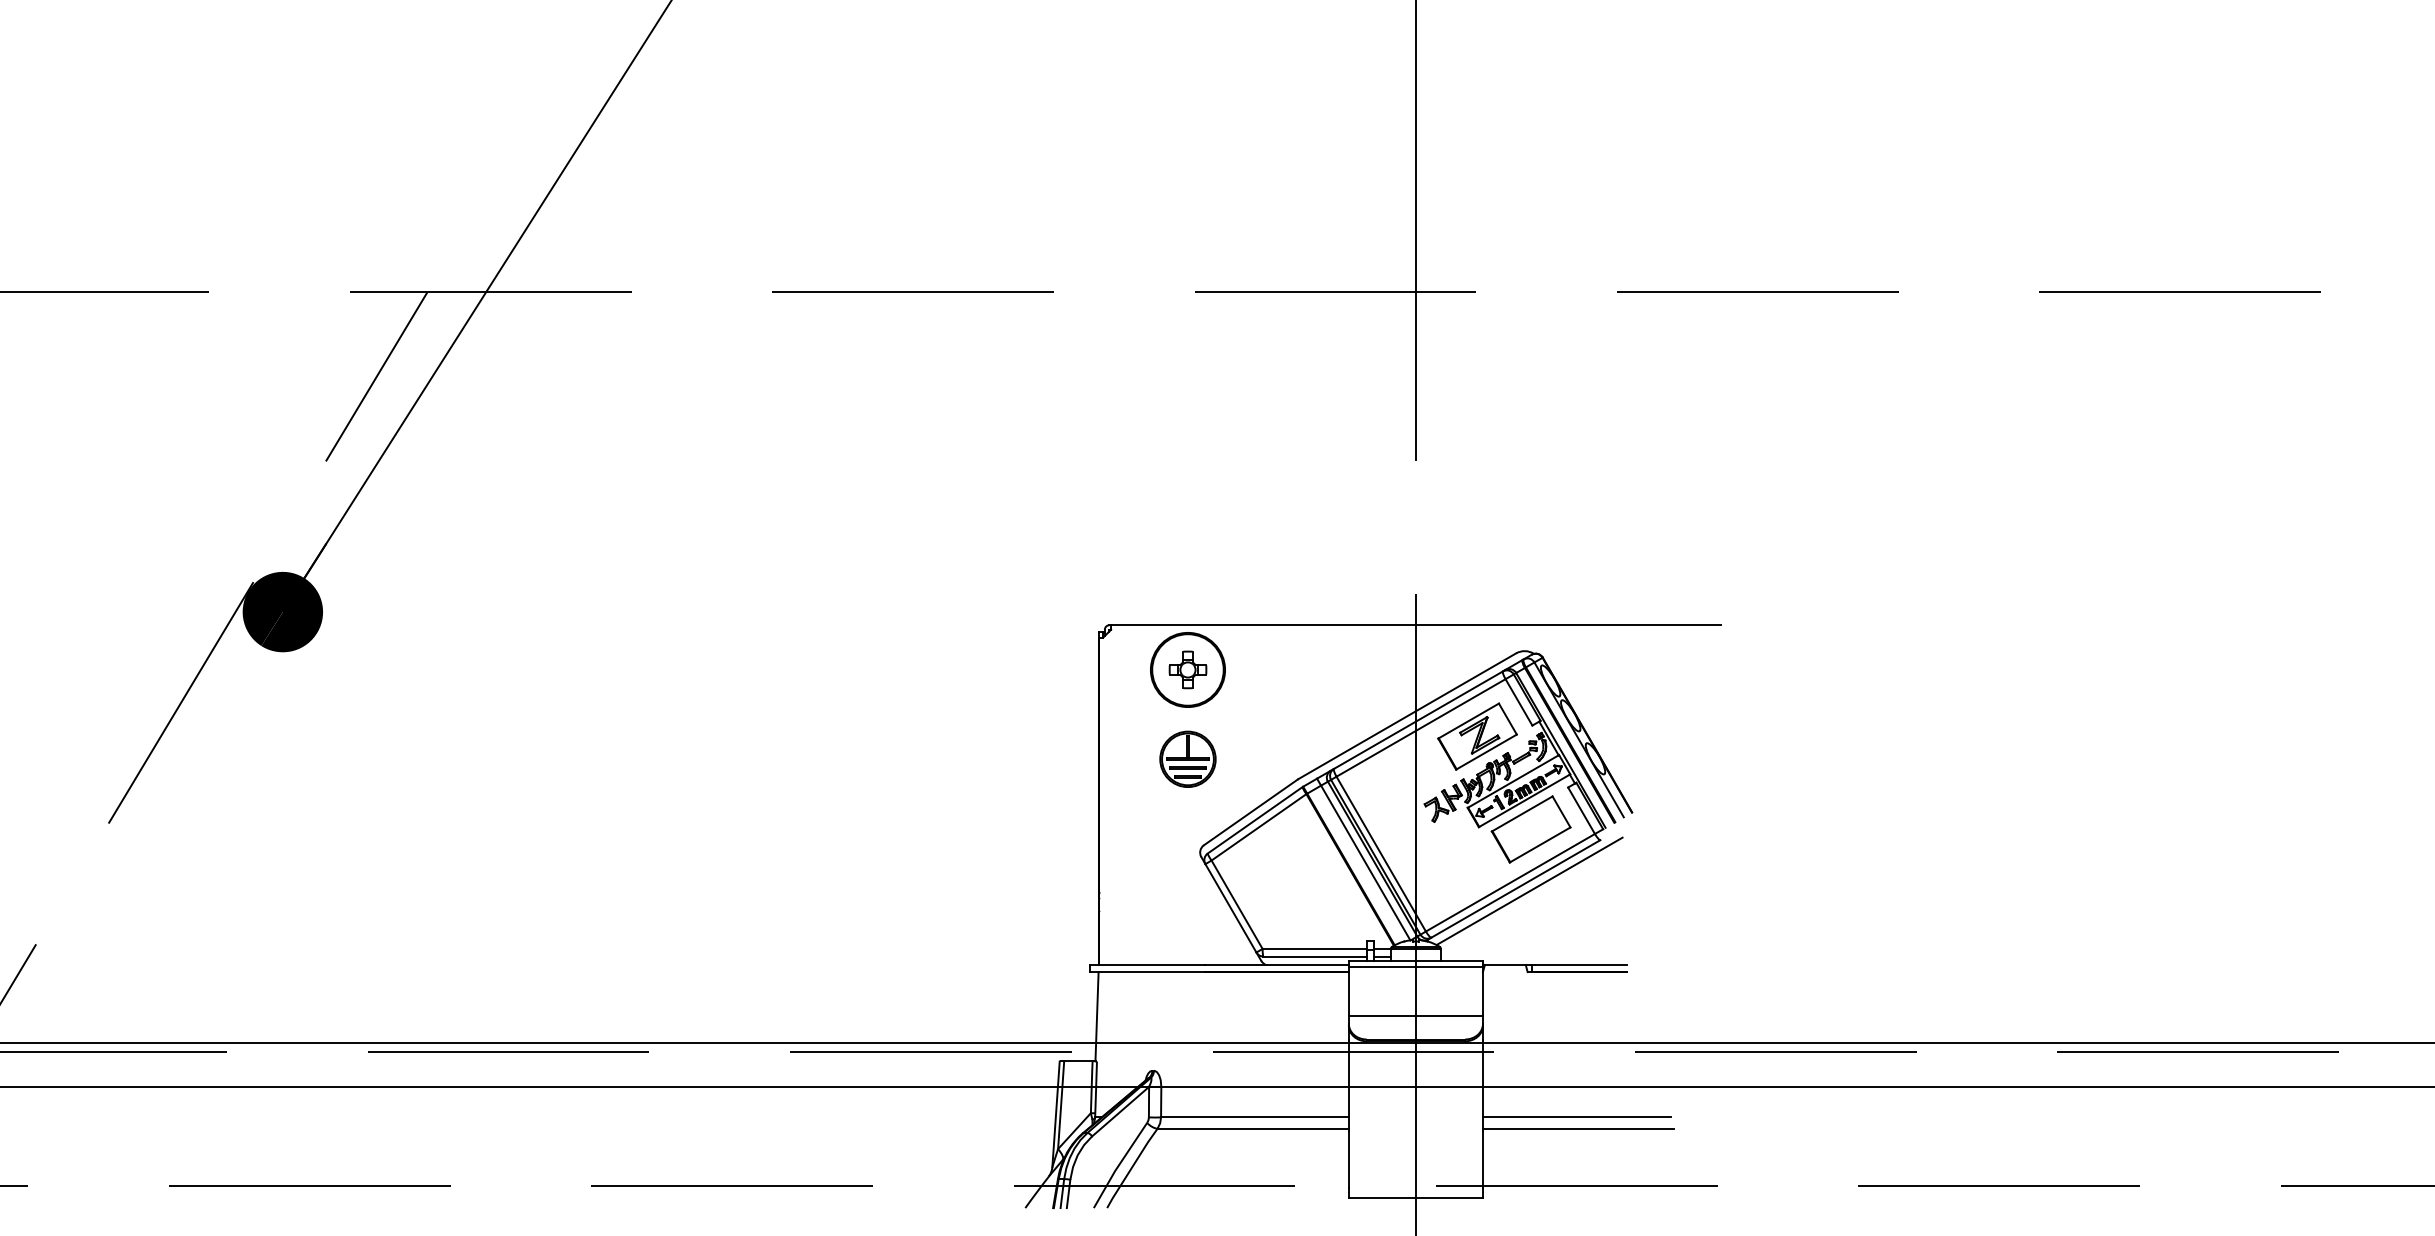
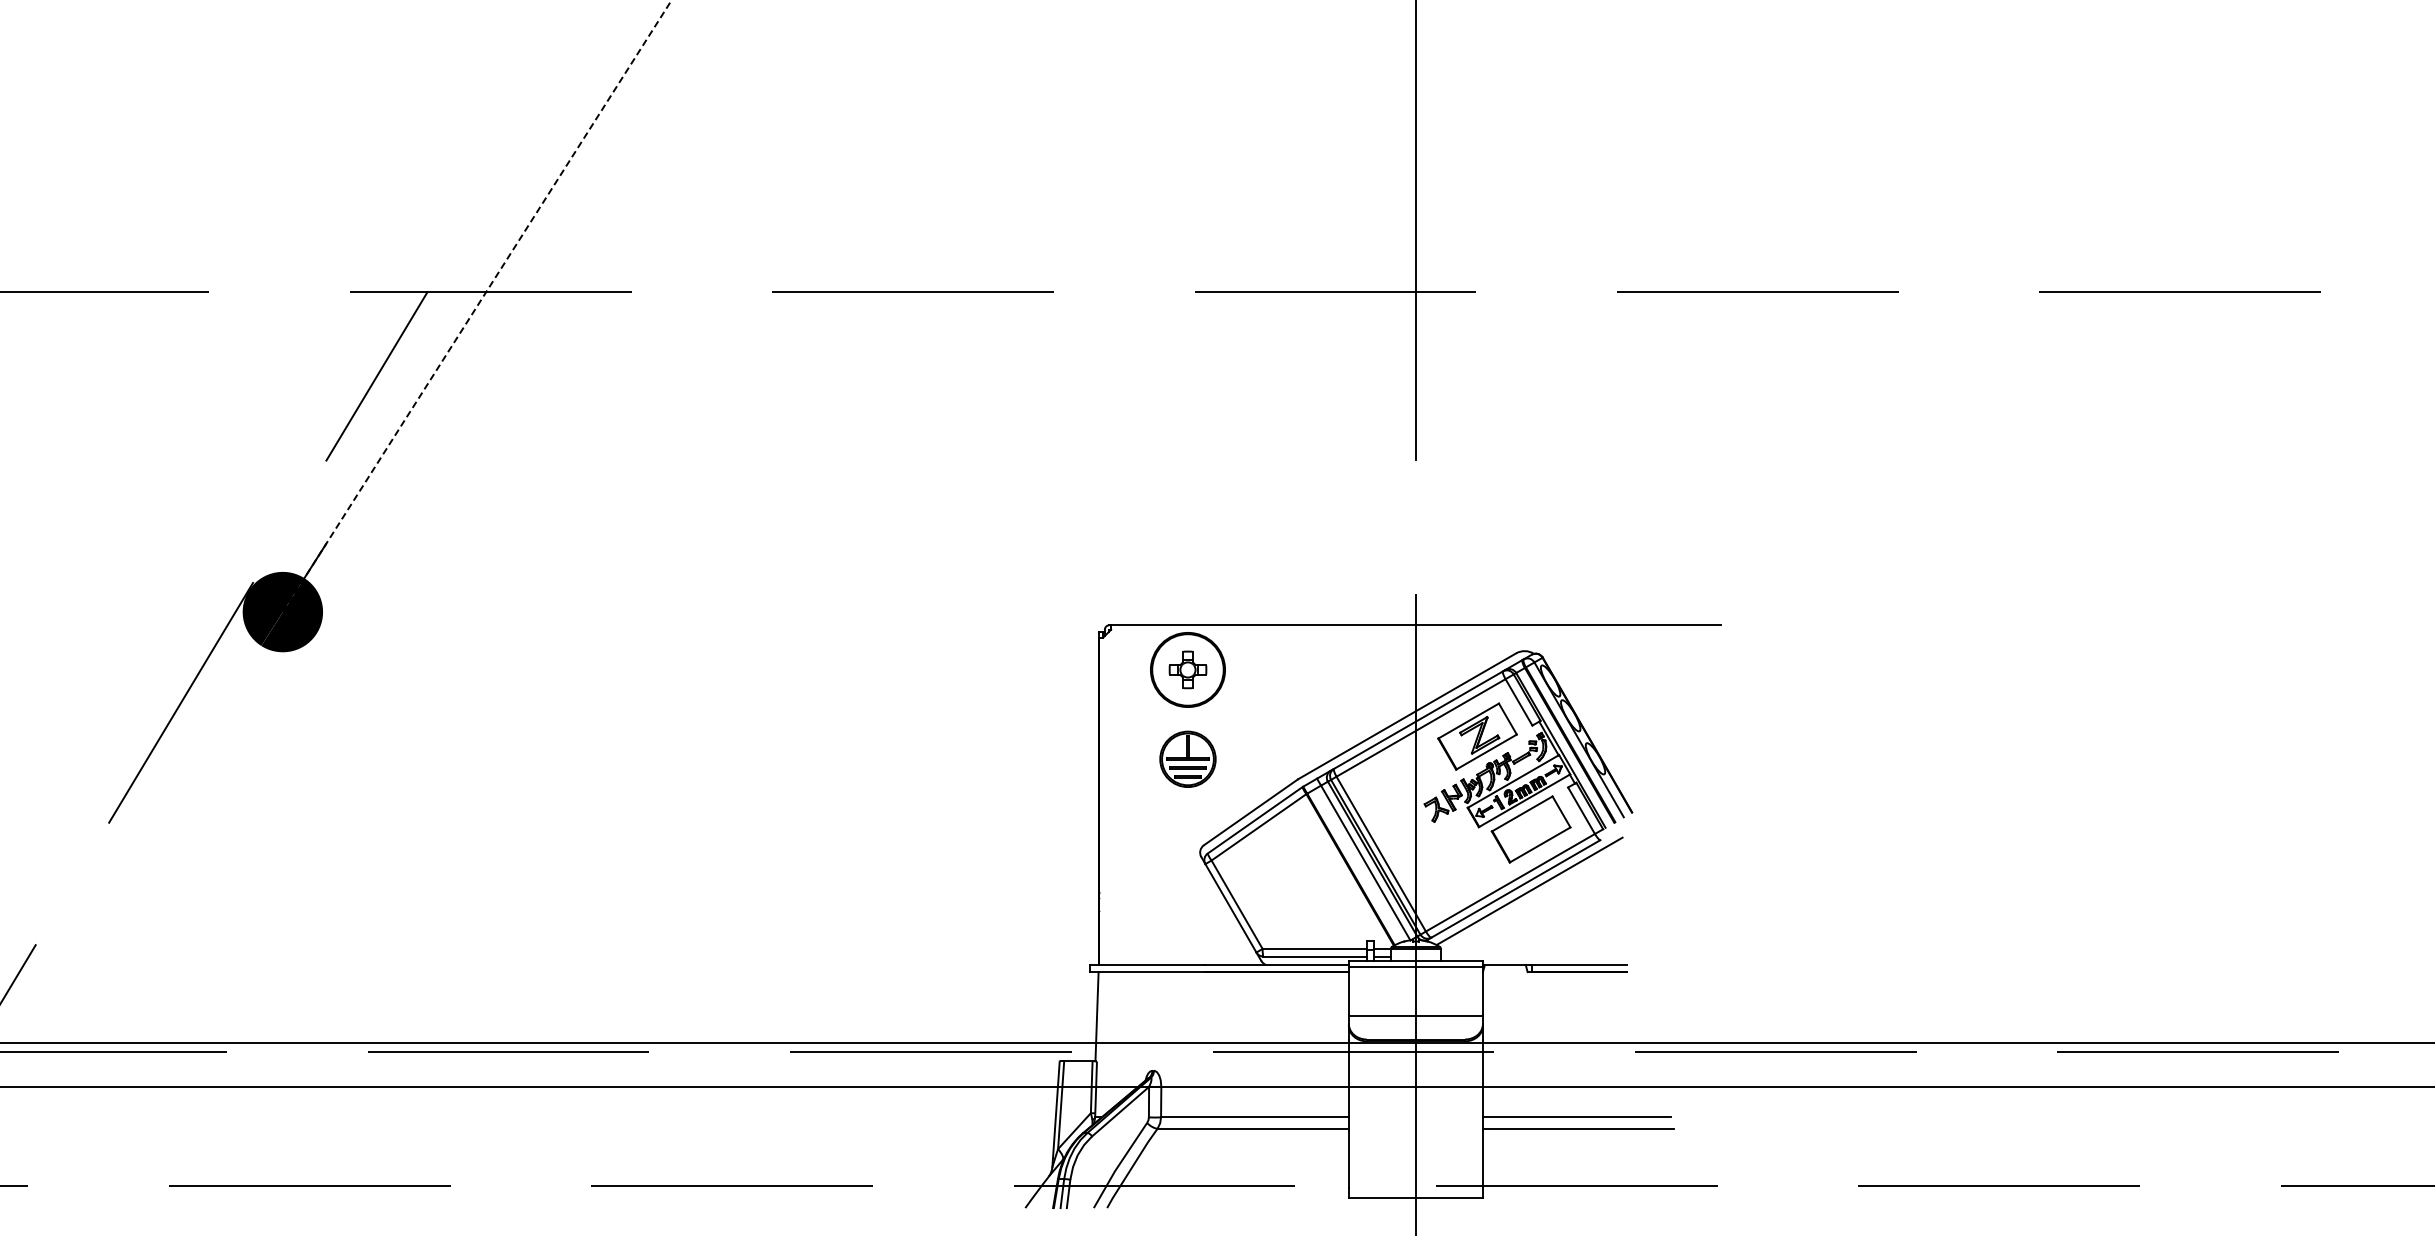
line at (477, 305): solid -> dashed
